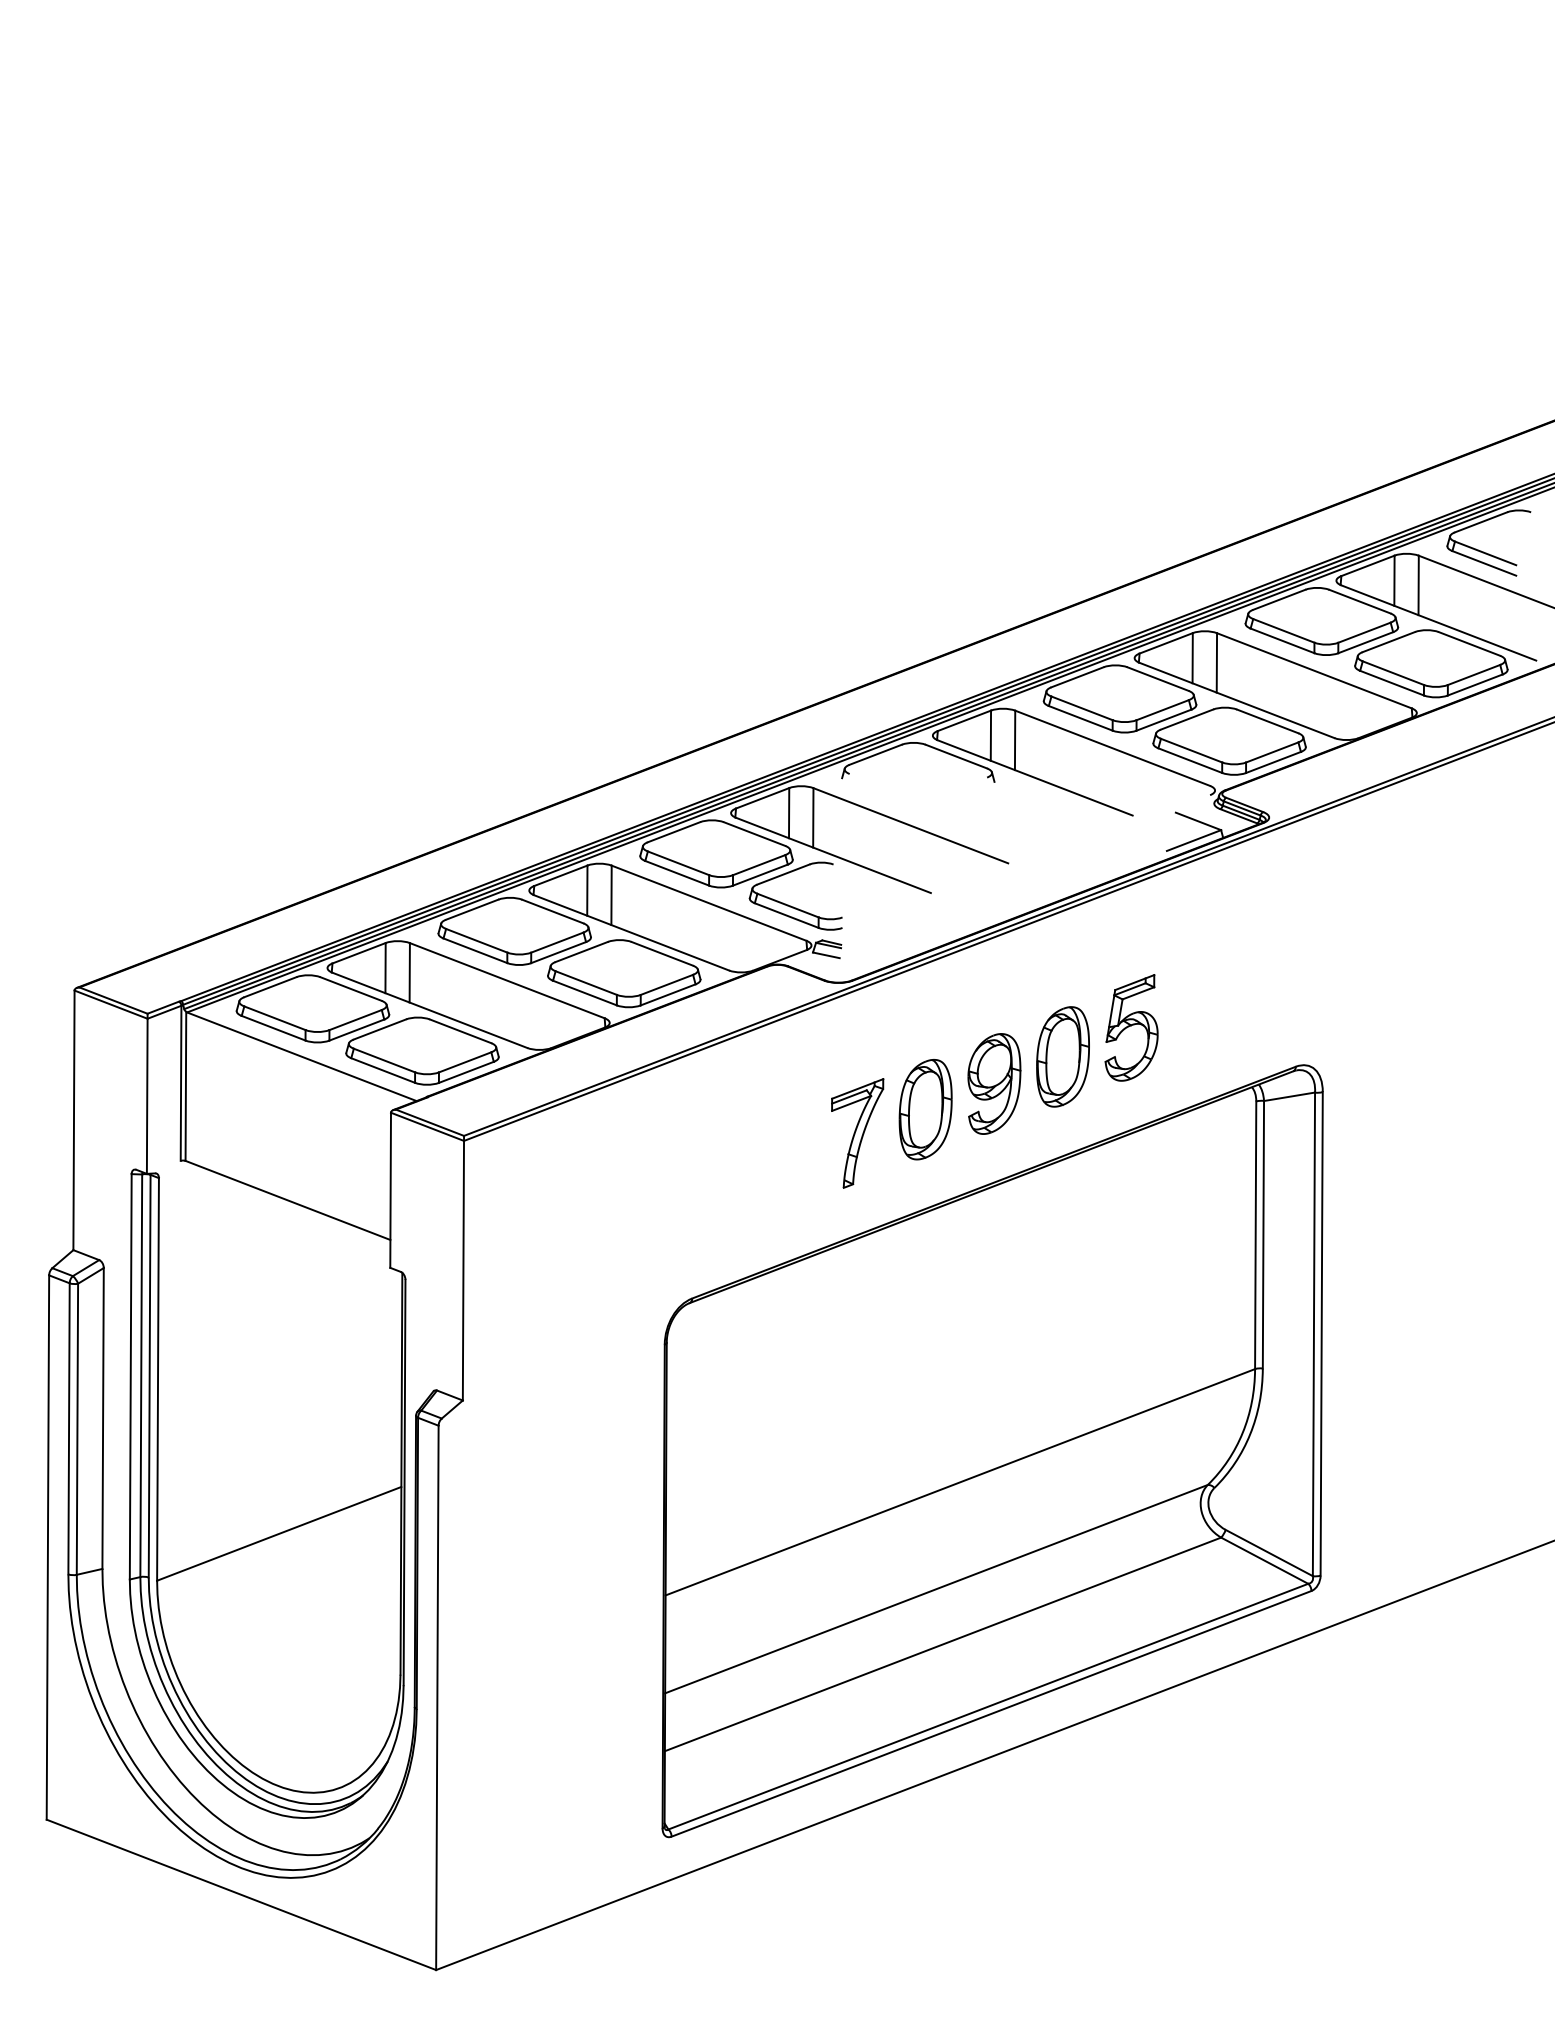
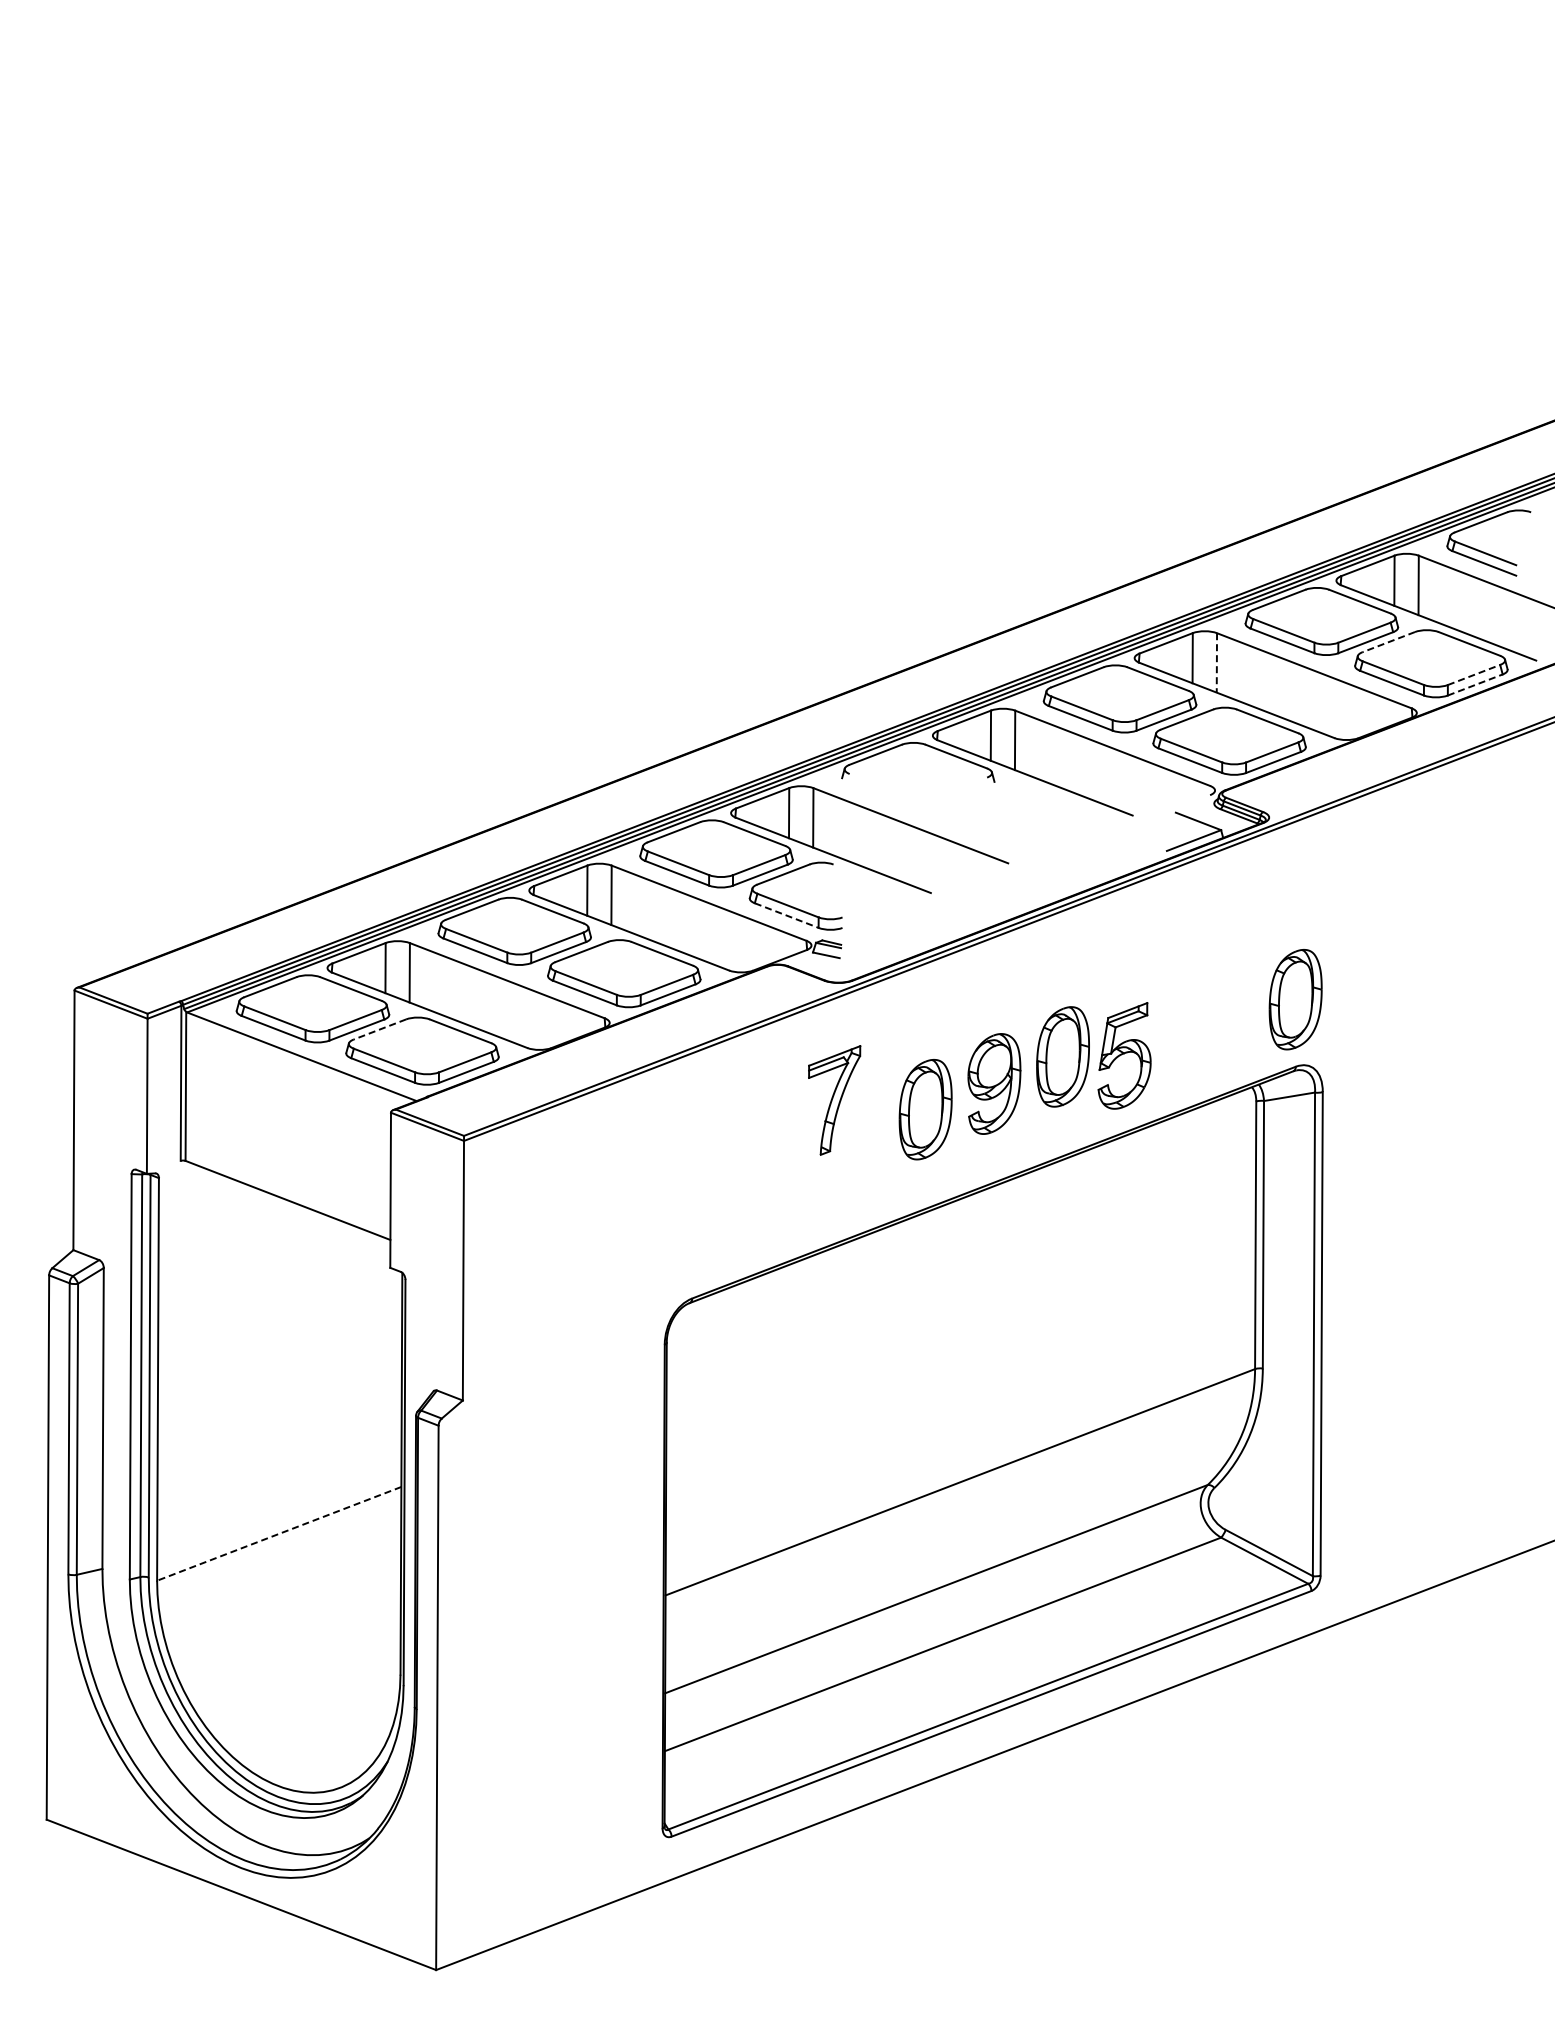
line at (1388, 642): solid -> dashed
line at (1216, 662): solid -> dashed
line at (1474, 674): solid -> dashed
line at (1475, 684): solid -> dashed
line at (787, 915): solid -> dashed
part at (1295, 999): none -> present
part at (1131, 1027) position: (1131, 1027) -> (1124, 1055)
line at (379, 1029): solid -> dashed
part at (857, 1133) position: (857, 1133) -> (834, 1100)
line at (279, 1533): solid -> dashed
